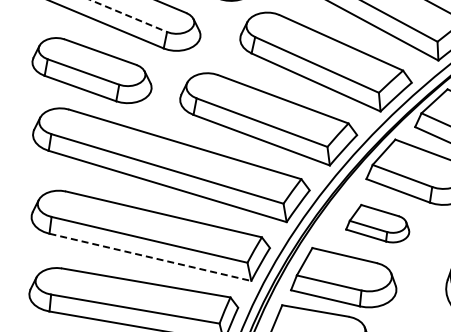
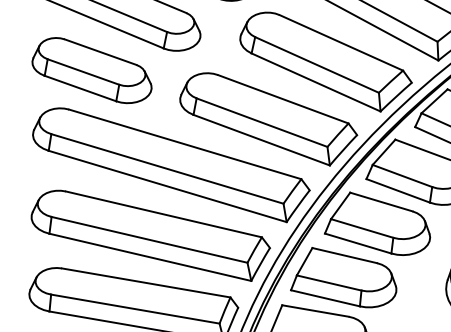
line at (129, 16): dashed -> solid
part at (377, 223) size: 66x41 px -> 108x65 px
line at (150, 257): dashed -> solid
